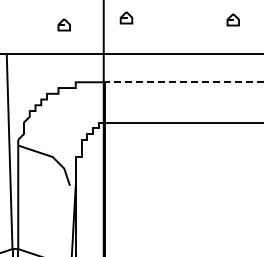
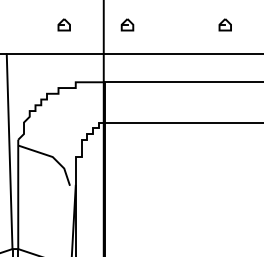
part at (126, 17) position: (126, 17) -> (127, 24)
part at (232, 19) position: (232, 19) -> (224, 24)
line at (183, 82): dashed -> solid
